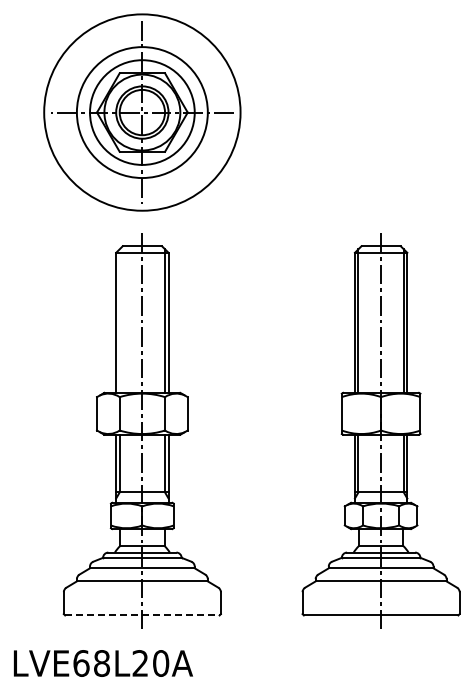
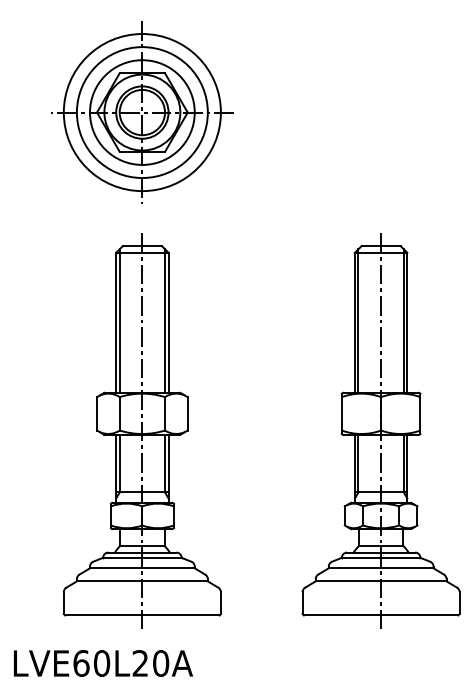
circle at (142, 112) diameter: 196 px -> 157 px
line at (119, 320): none -> present
line at (142, 615): dashed -> solid
text at (102, 663): LVE68L20A -> LVE60L20A
